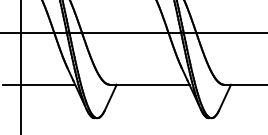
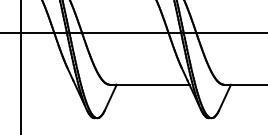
line at (38, 84): present -> none
